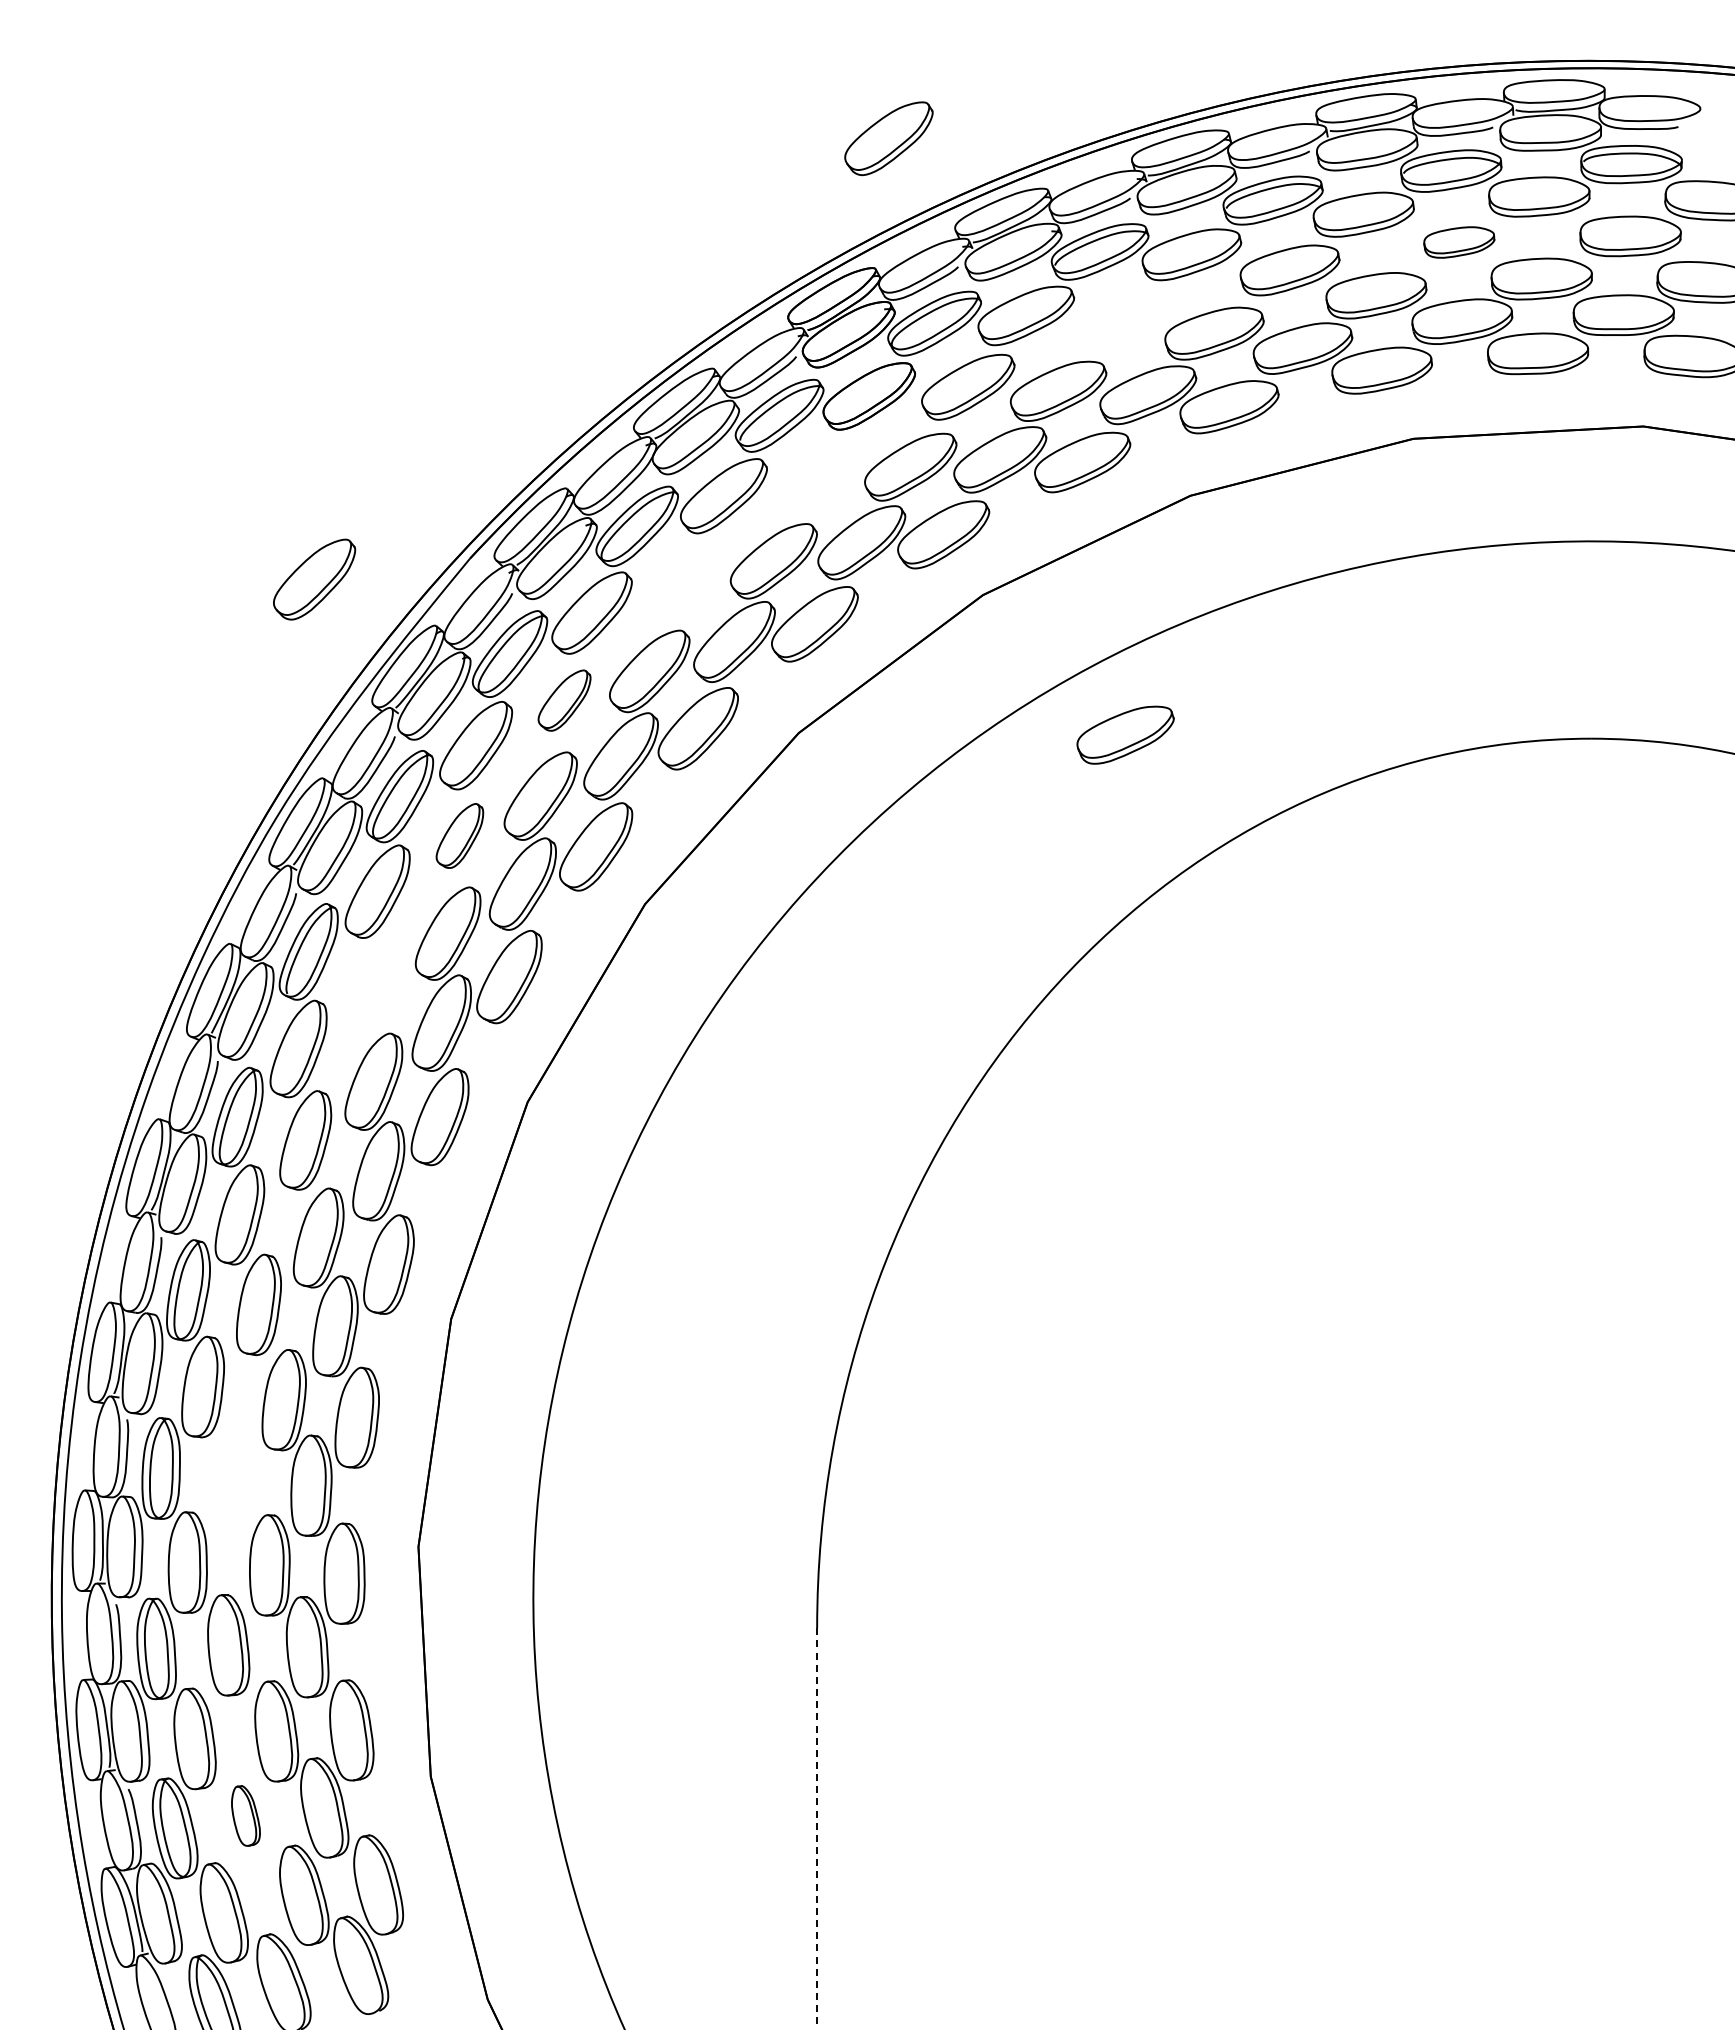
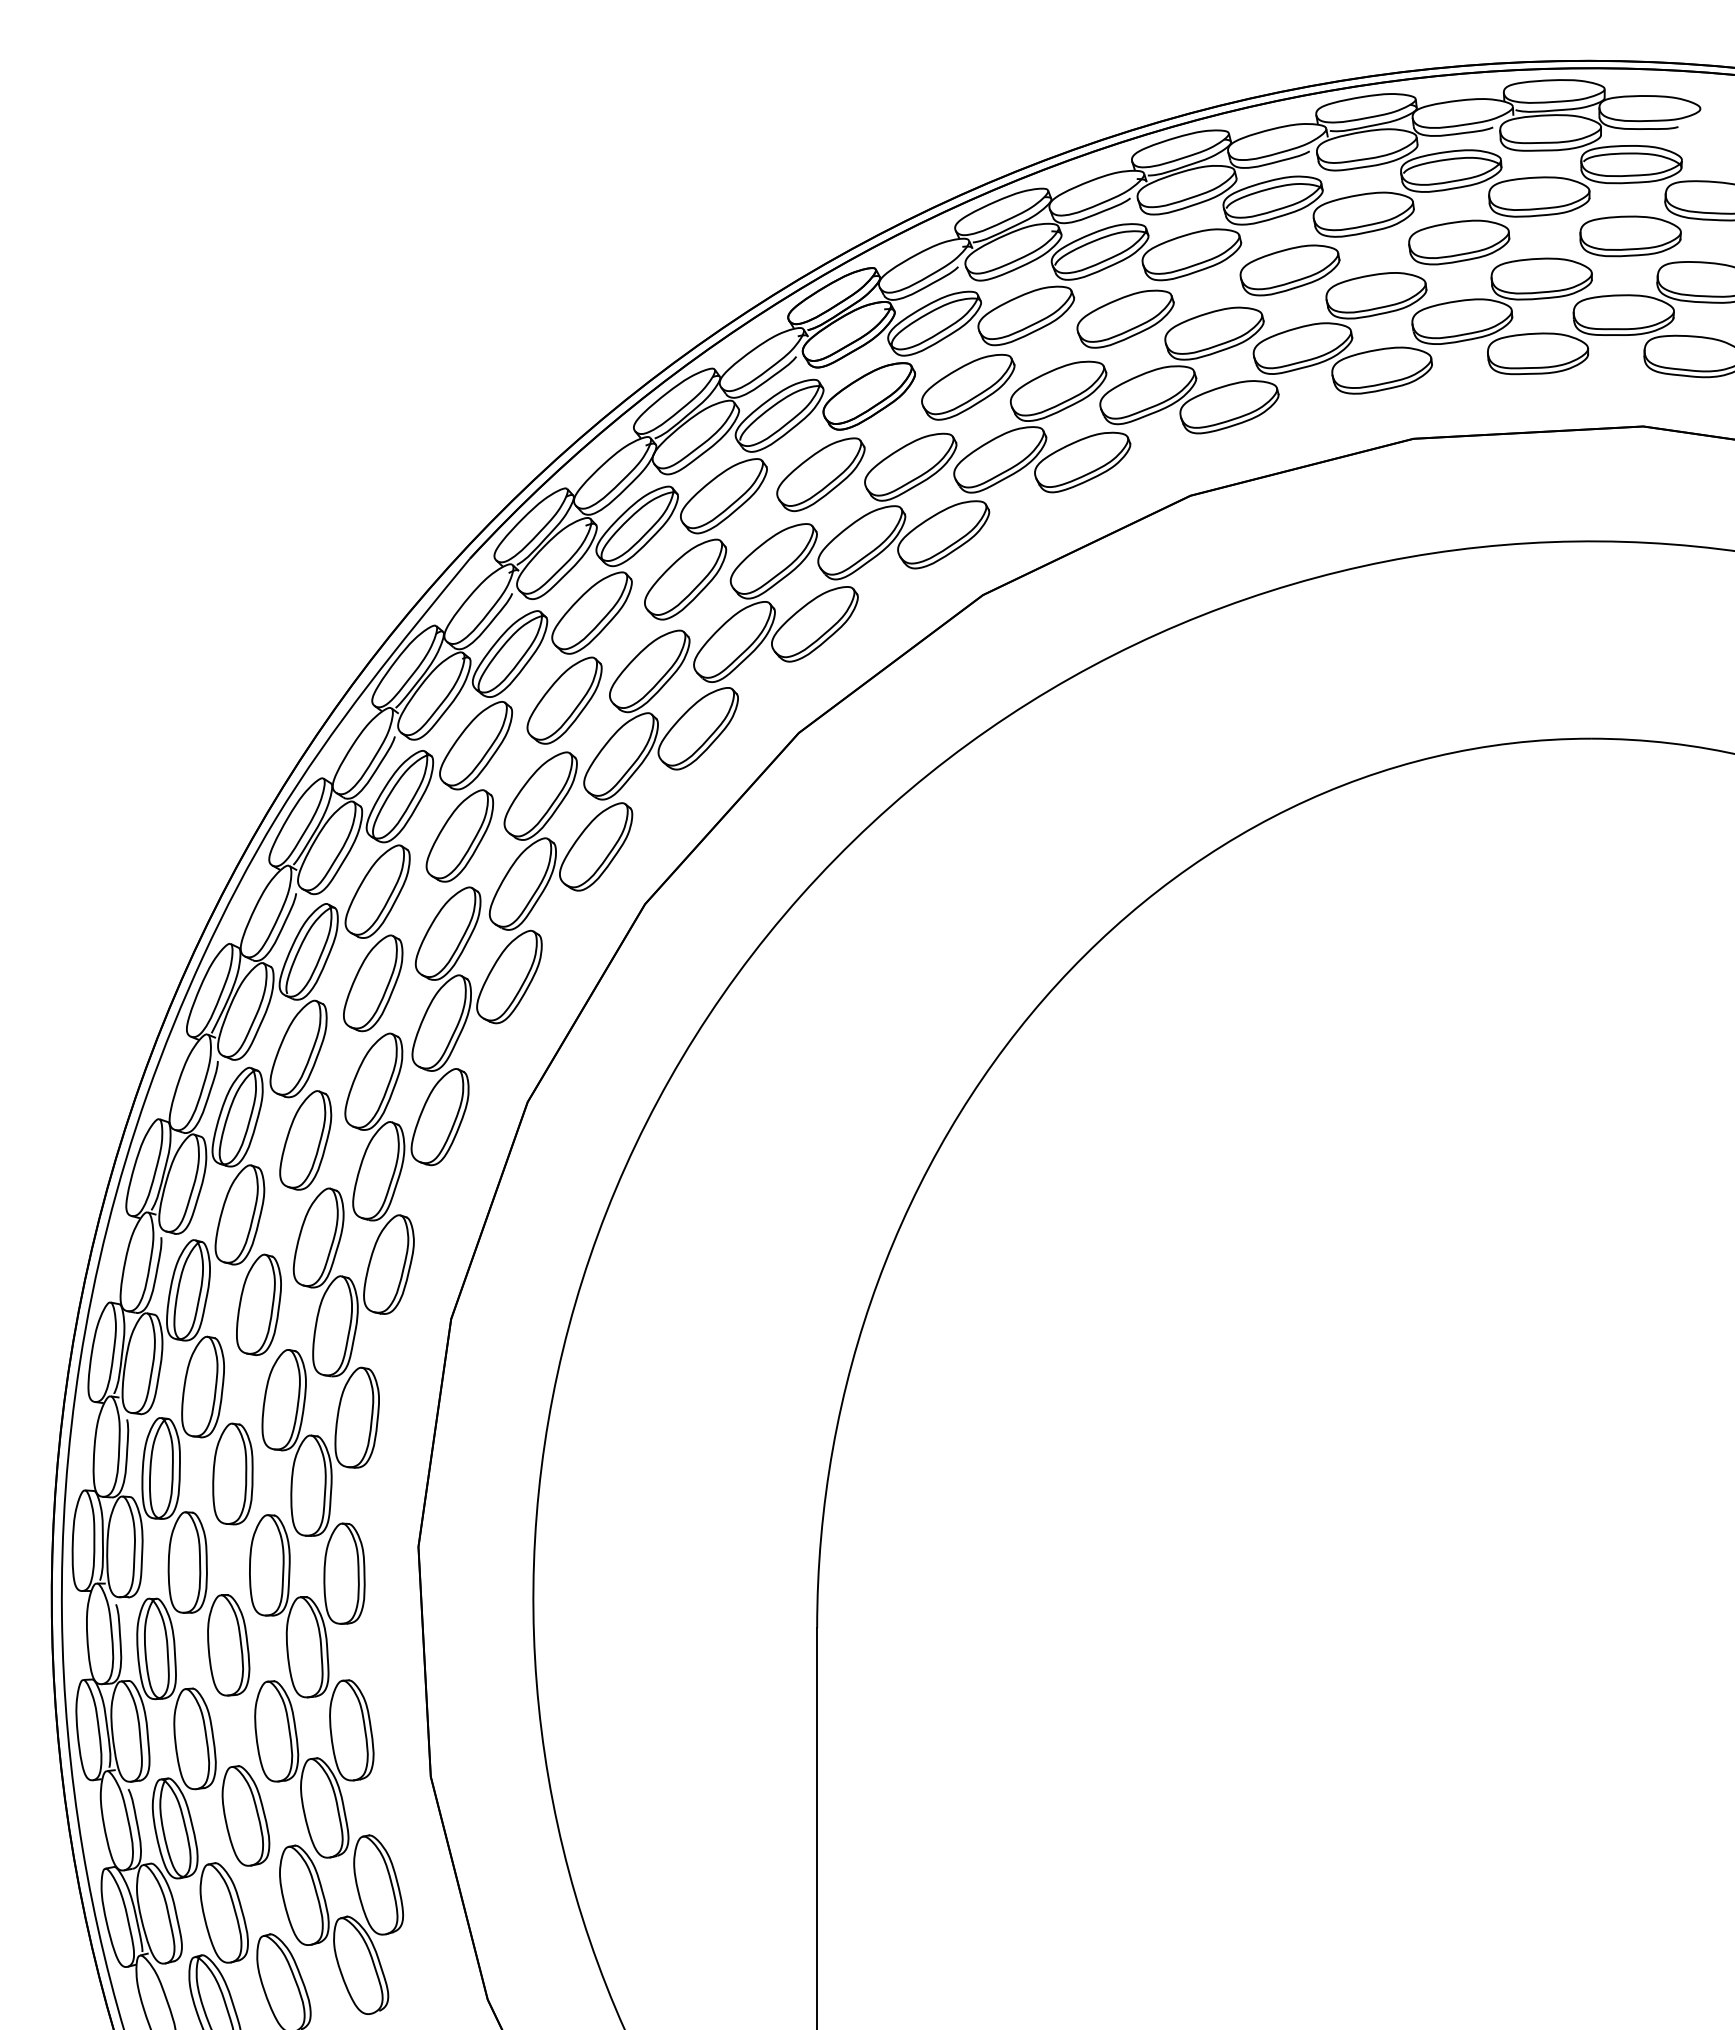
part at (888, 138) position: (888, 138) -> (820, 474)
part at (1459, 242) size: 73x33 px -> 103x47 px
part at (314, 579) position: (314, 579) -> (685, 579)
part at (564, 700) size: 55x63 px -> 77x89 px
part at (1125, 734) position: (1125, 734) -> (1125, 318)
part at (459, 835) size: 50x66 px -> 70x94 px
part at (373, 983): none -> present
part at (232, 1473): none -> present
part at (245, 1815) size: 30x62 px -> 50x102 px
line at (817, 1829): dashed -> solid
